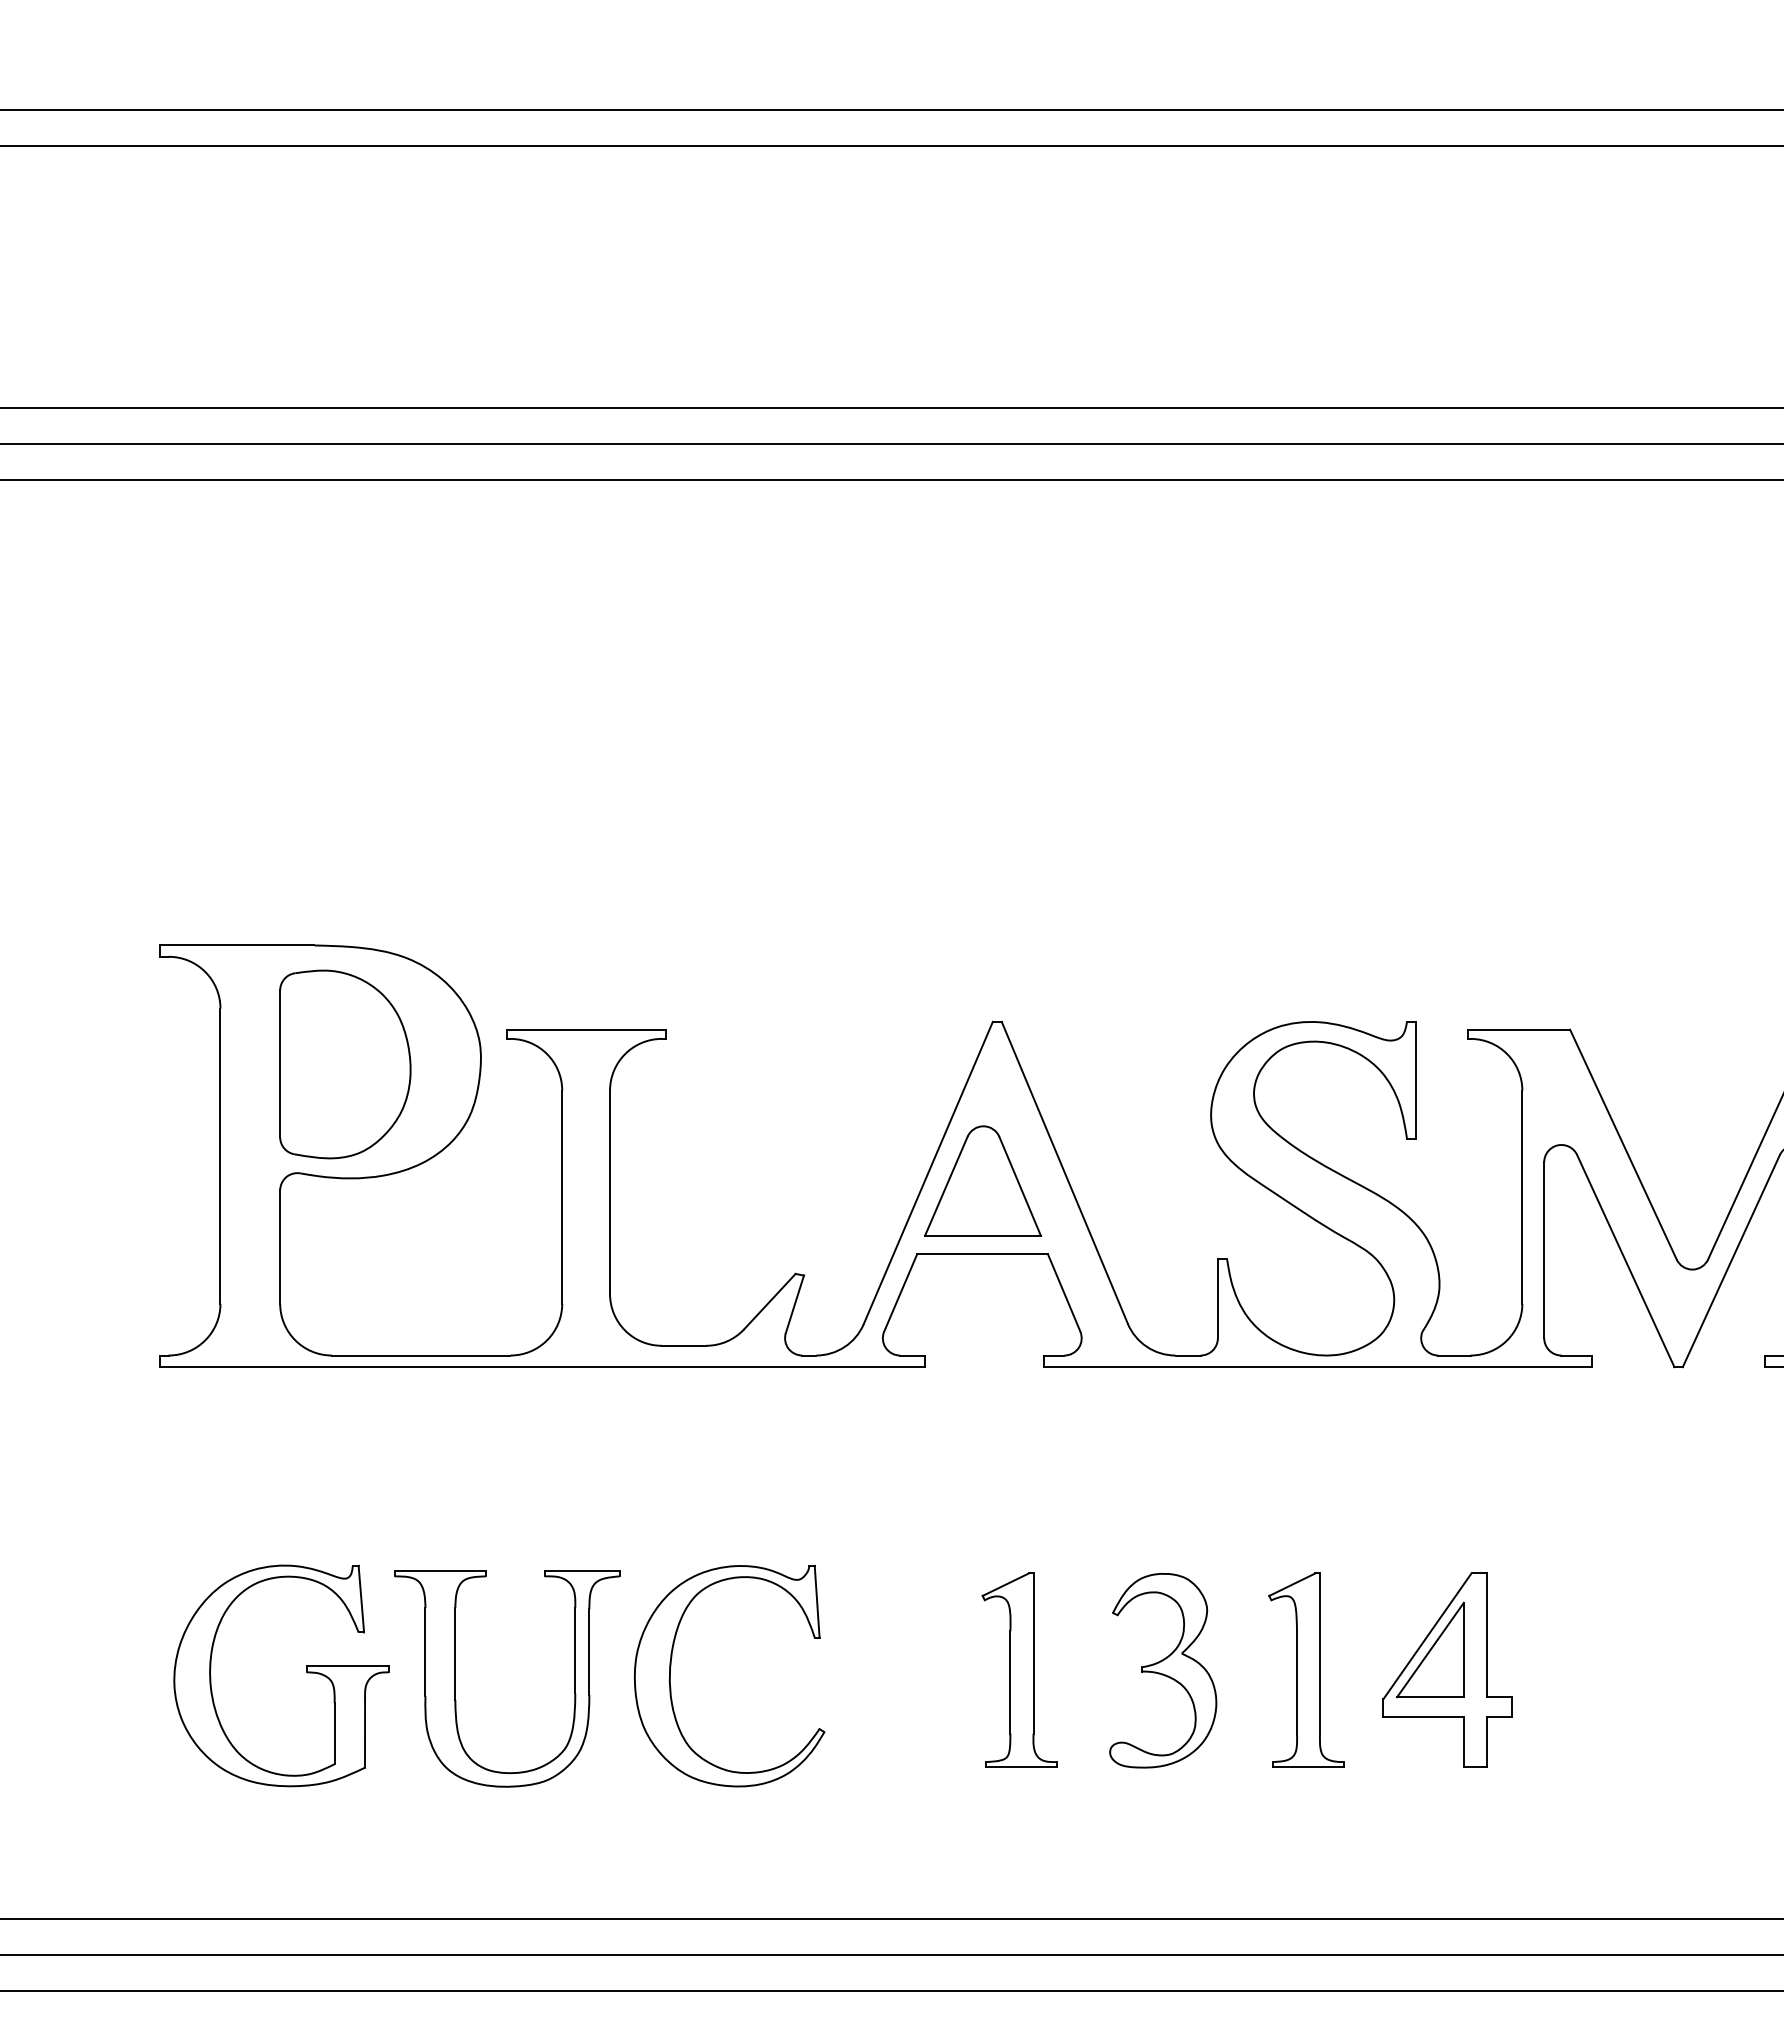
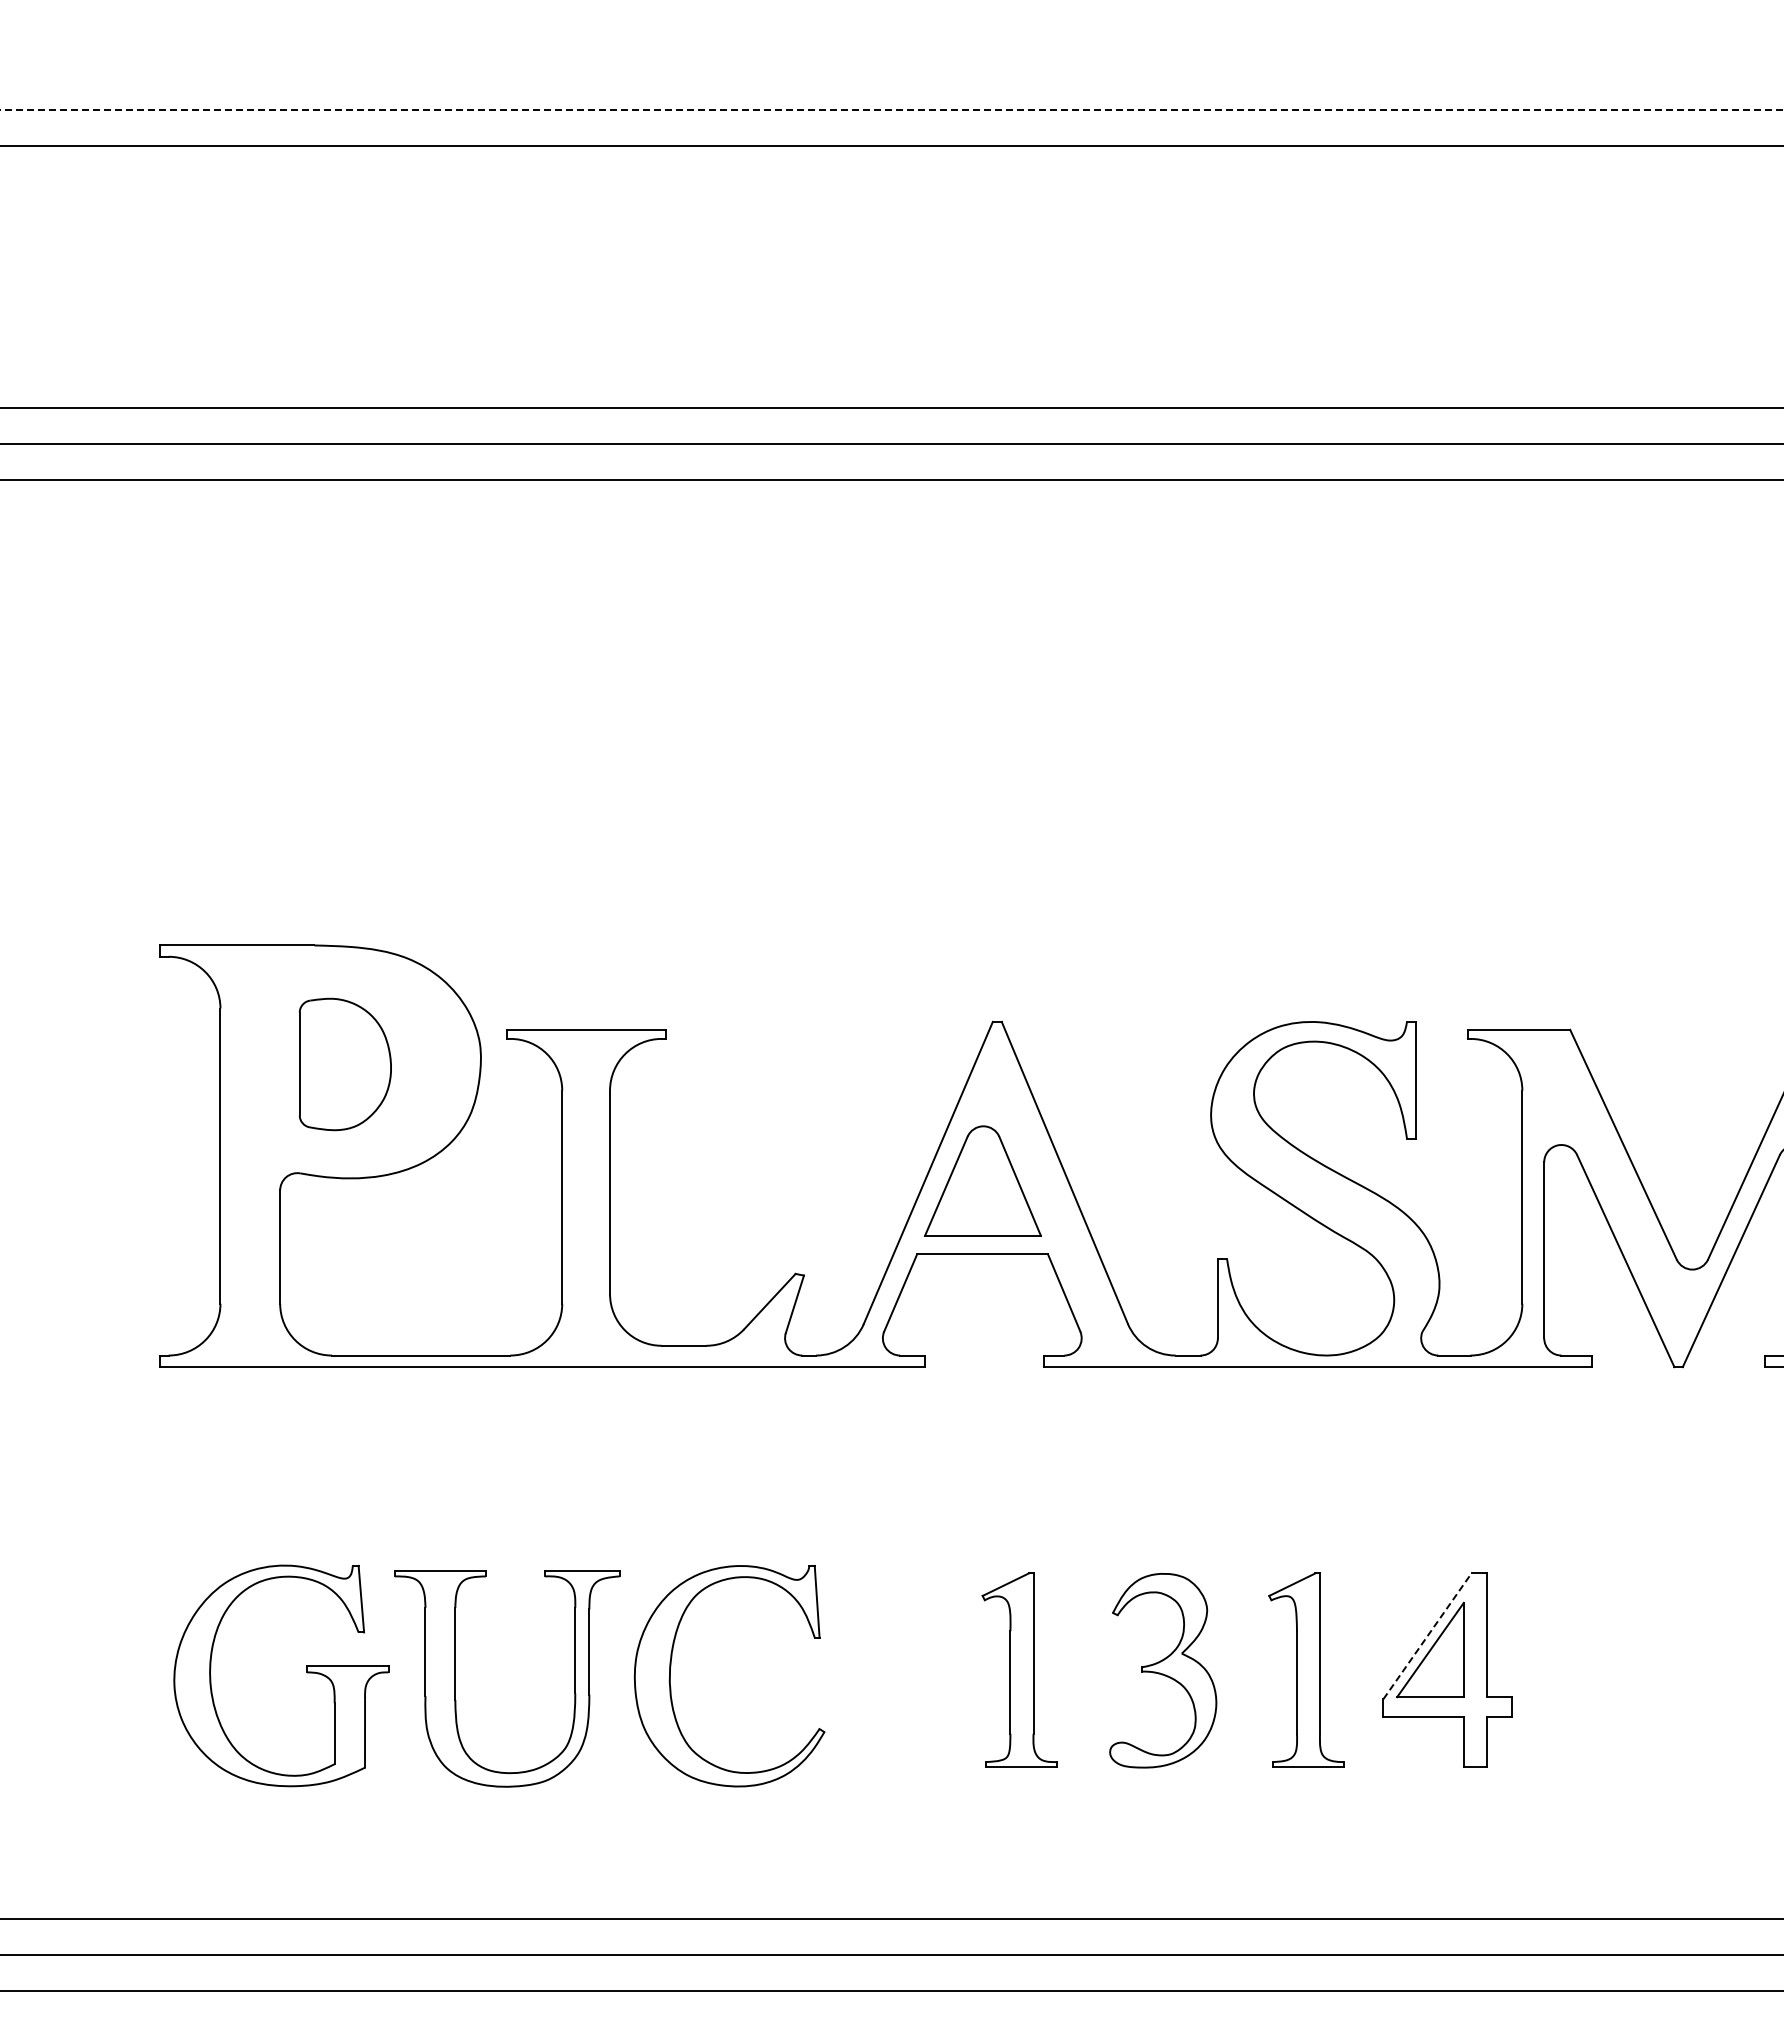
line at (892, 109): solid -> dashed
part at (345, 1064) size: 133x191 px -> 94x135 px
line at (1427, 1636): solid -> dashed
